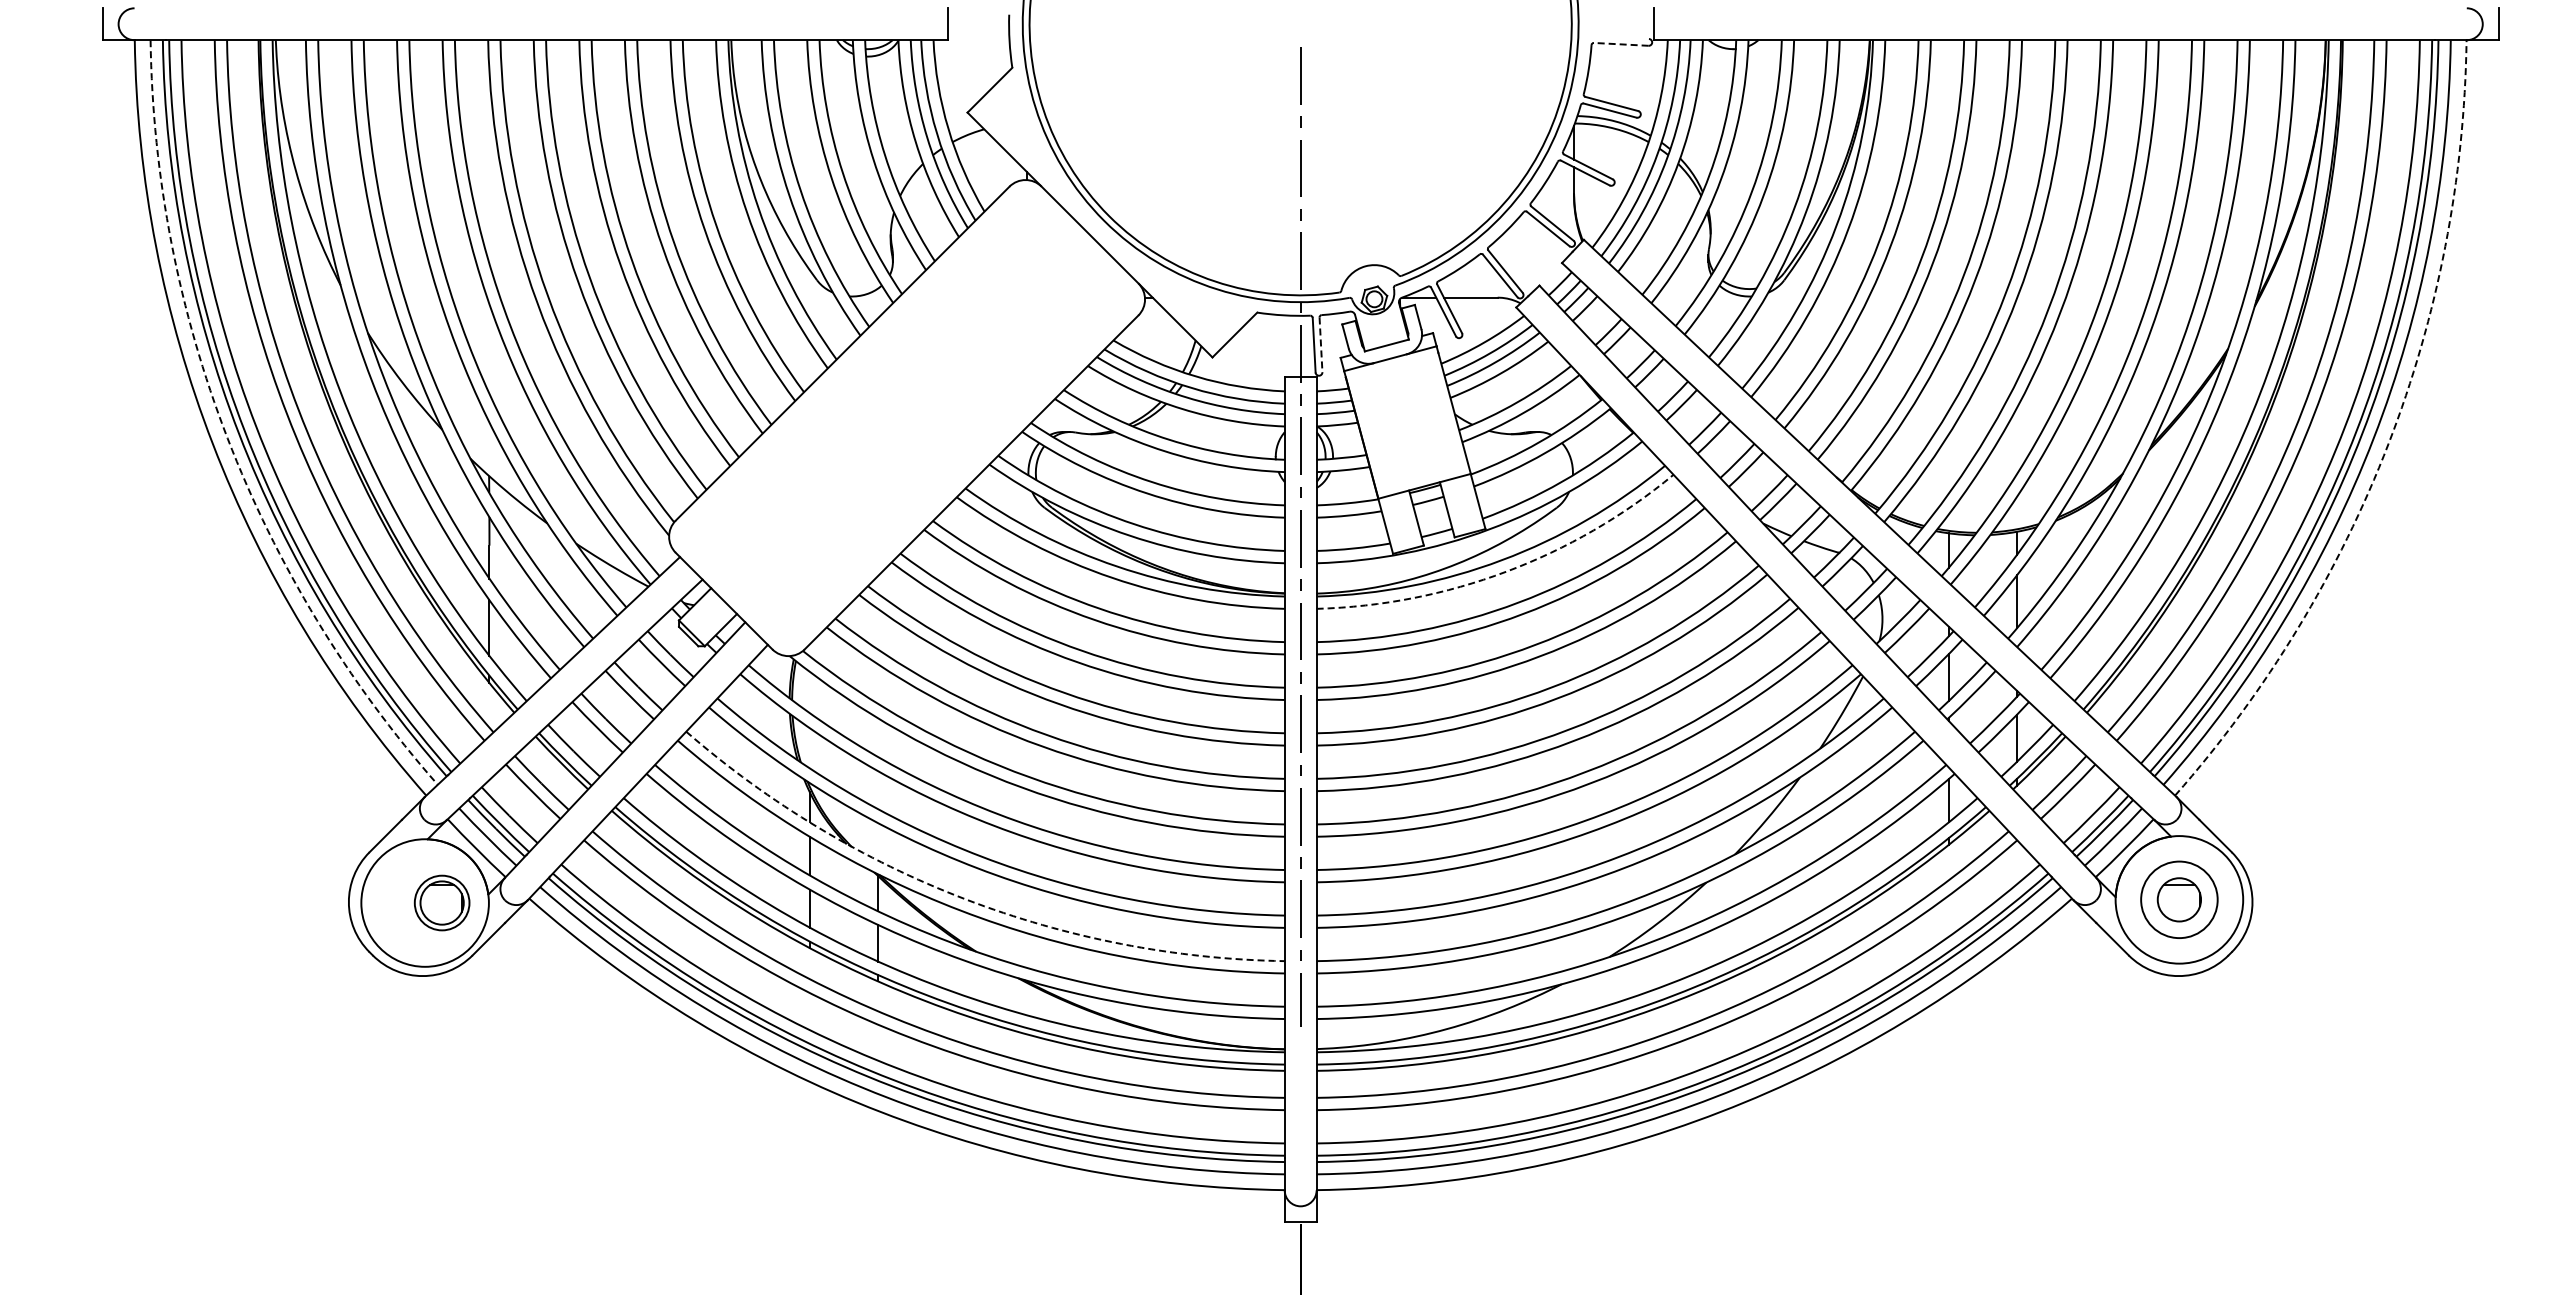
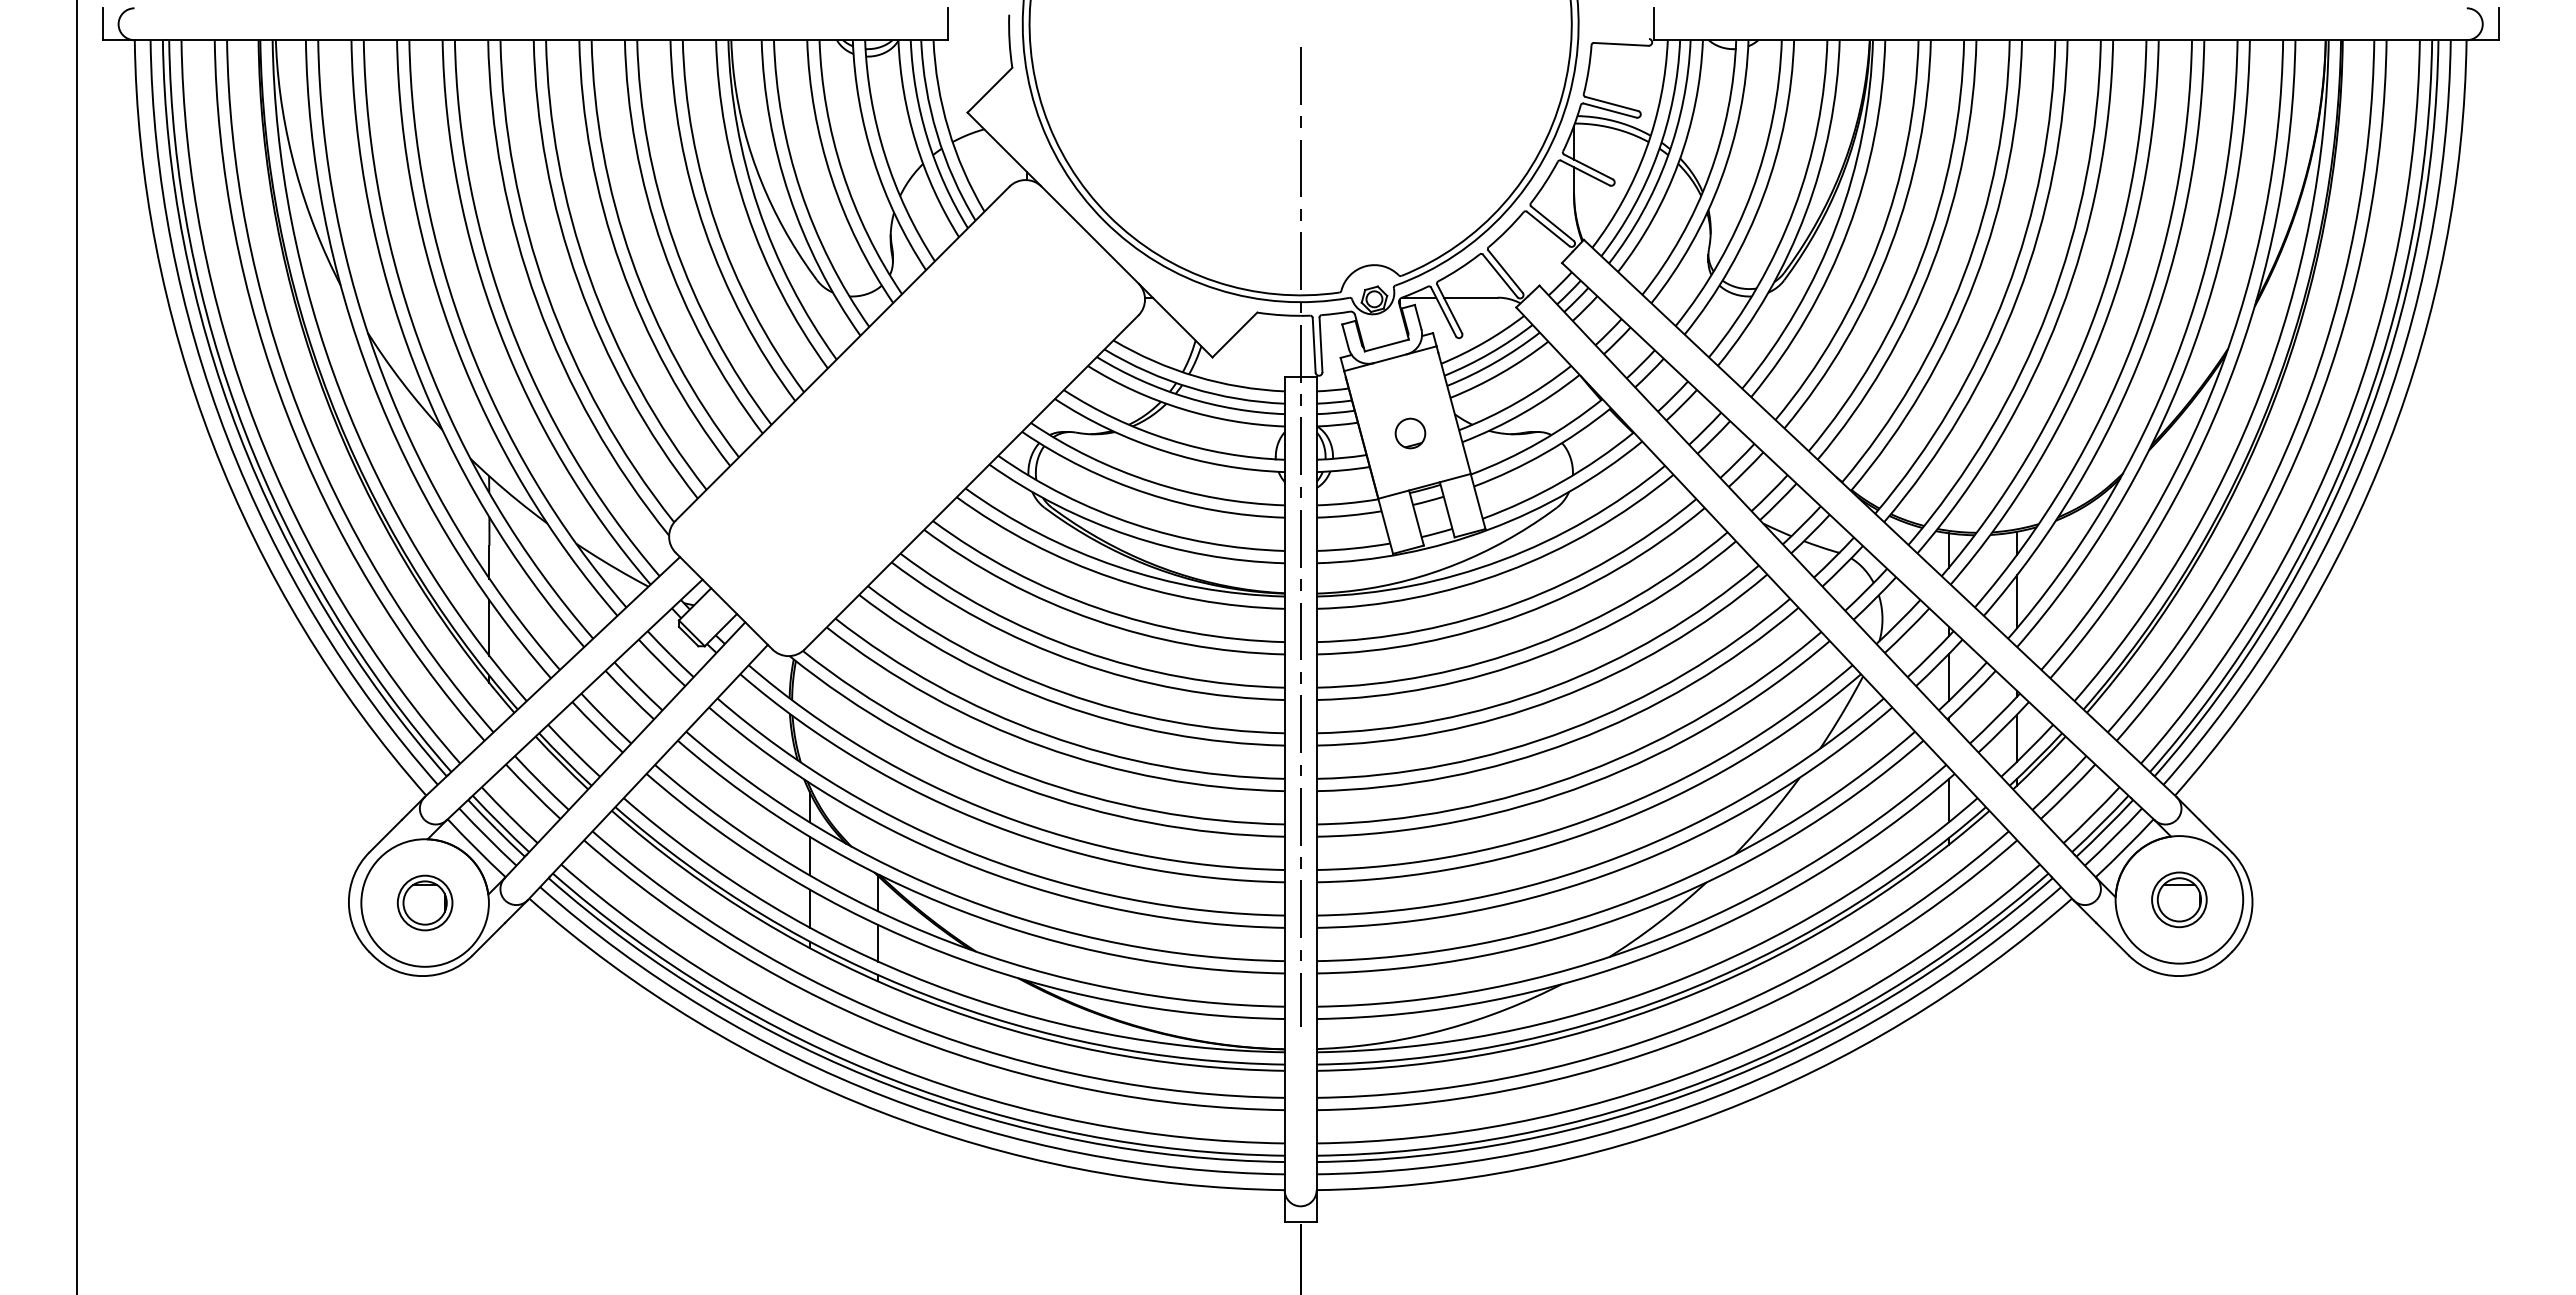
line at (1620, 44): dashed -> solid
line at (1321, 345): dashed -> solid
part at (1410, 433): none -> present
arc at (227, 438): dashed -> solid
arc at (2388, 444): dashed -> solid
arc at (1506, 571): dashed -> solid
line at (77, 646): none -> present
arc at (965, 899): dashed -> solid
circle at (2179, 899) diameter: 77 px -> 55 px
part at (441, 902) position: (441, 902) -> (424, 902)
